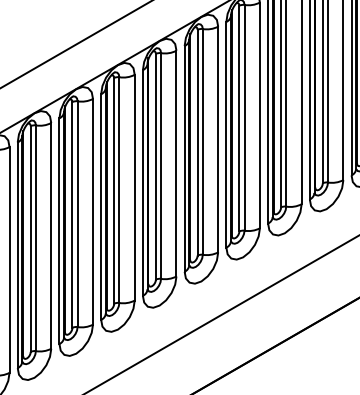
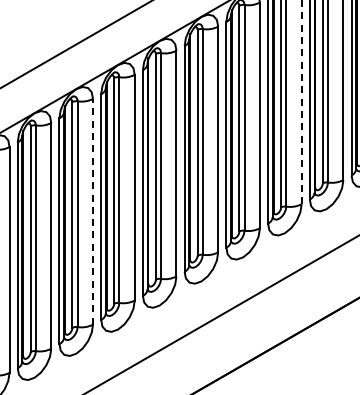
line at (301, 102): solid -> dashed
line at (93, 211): solid -> dashed
